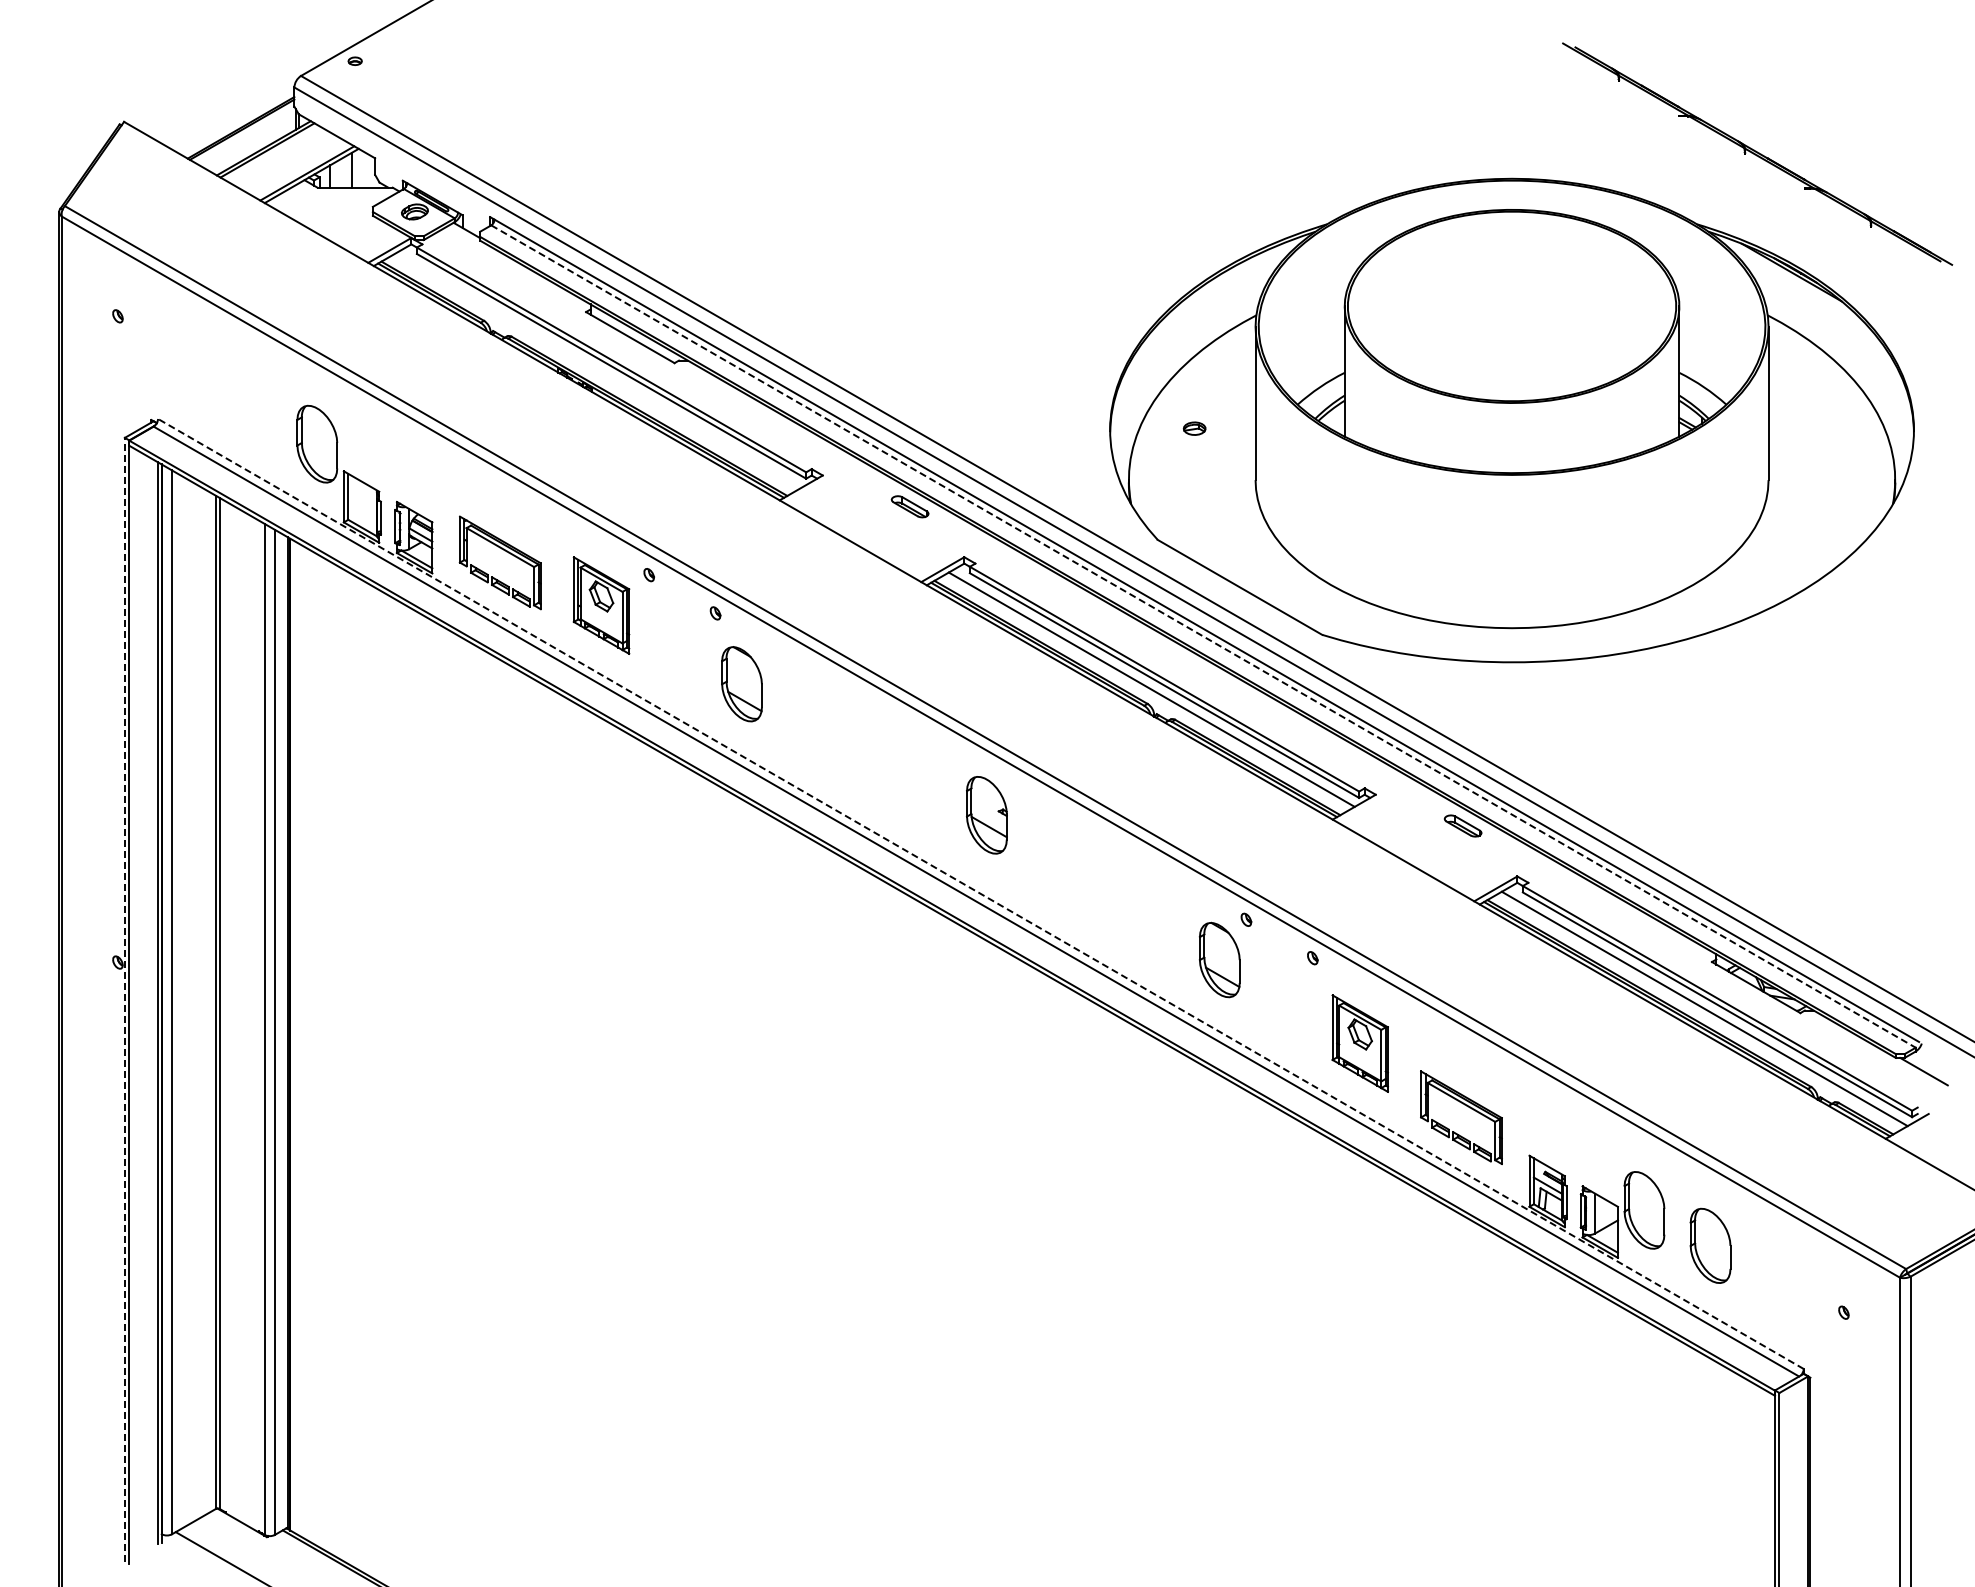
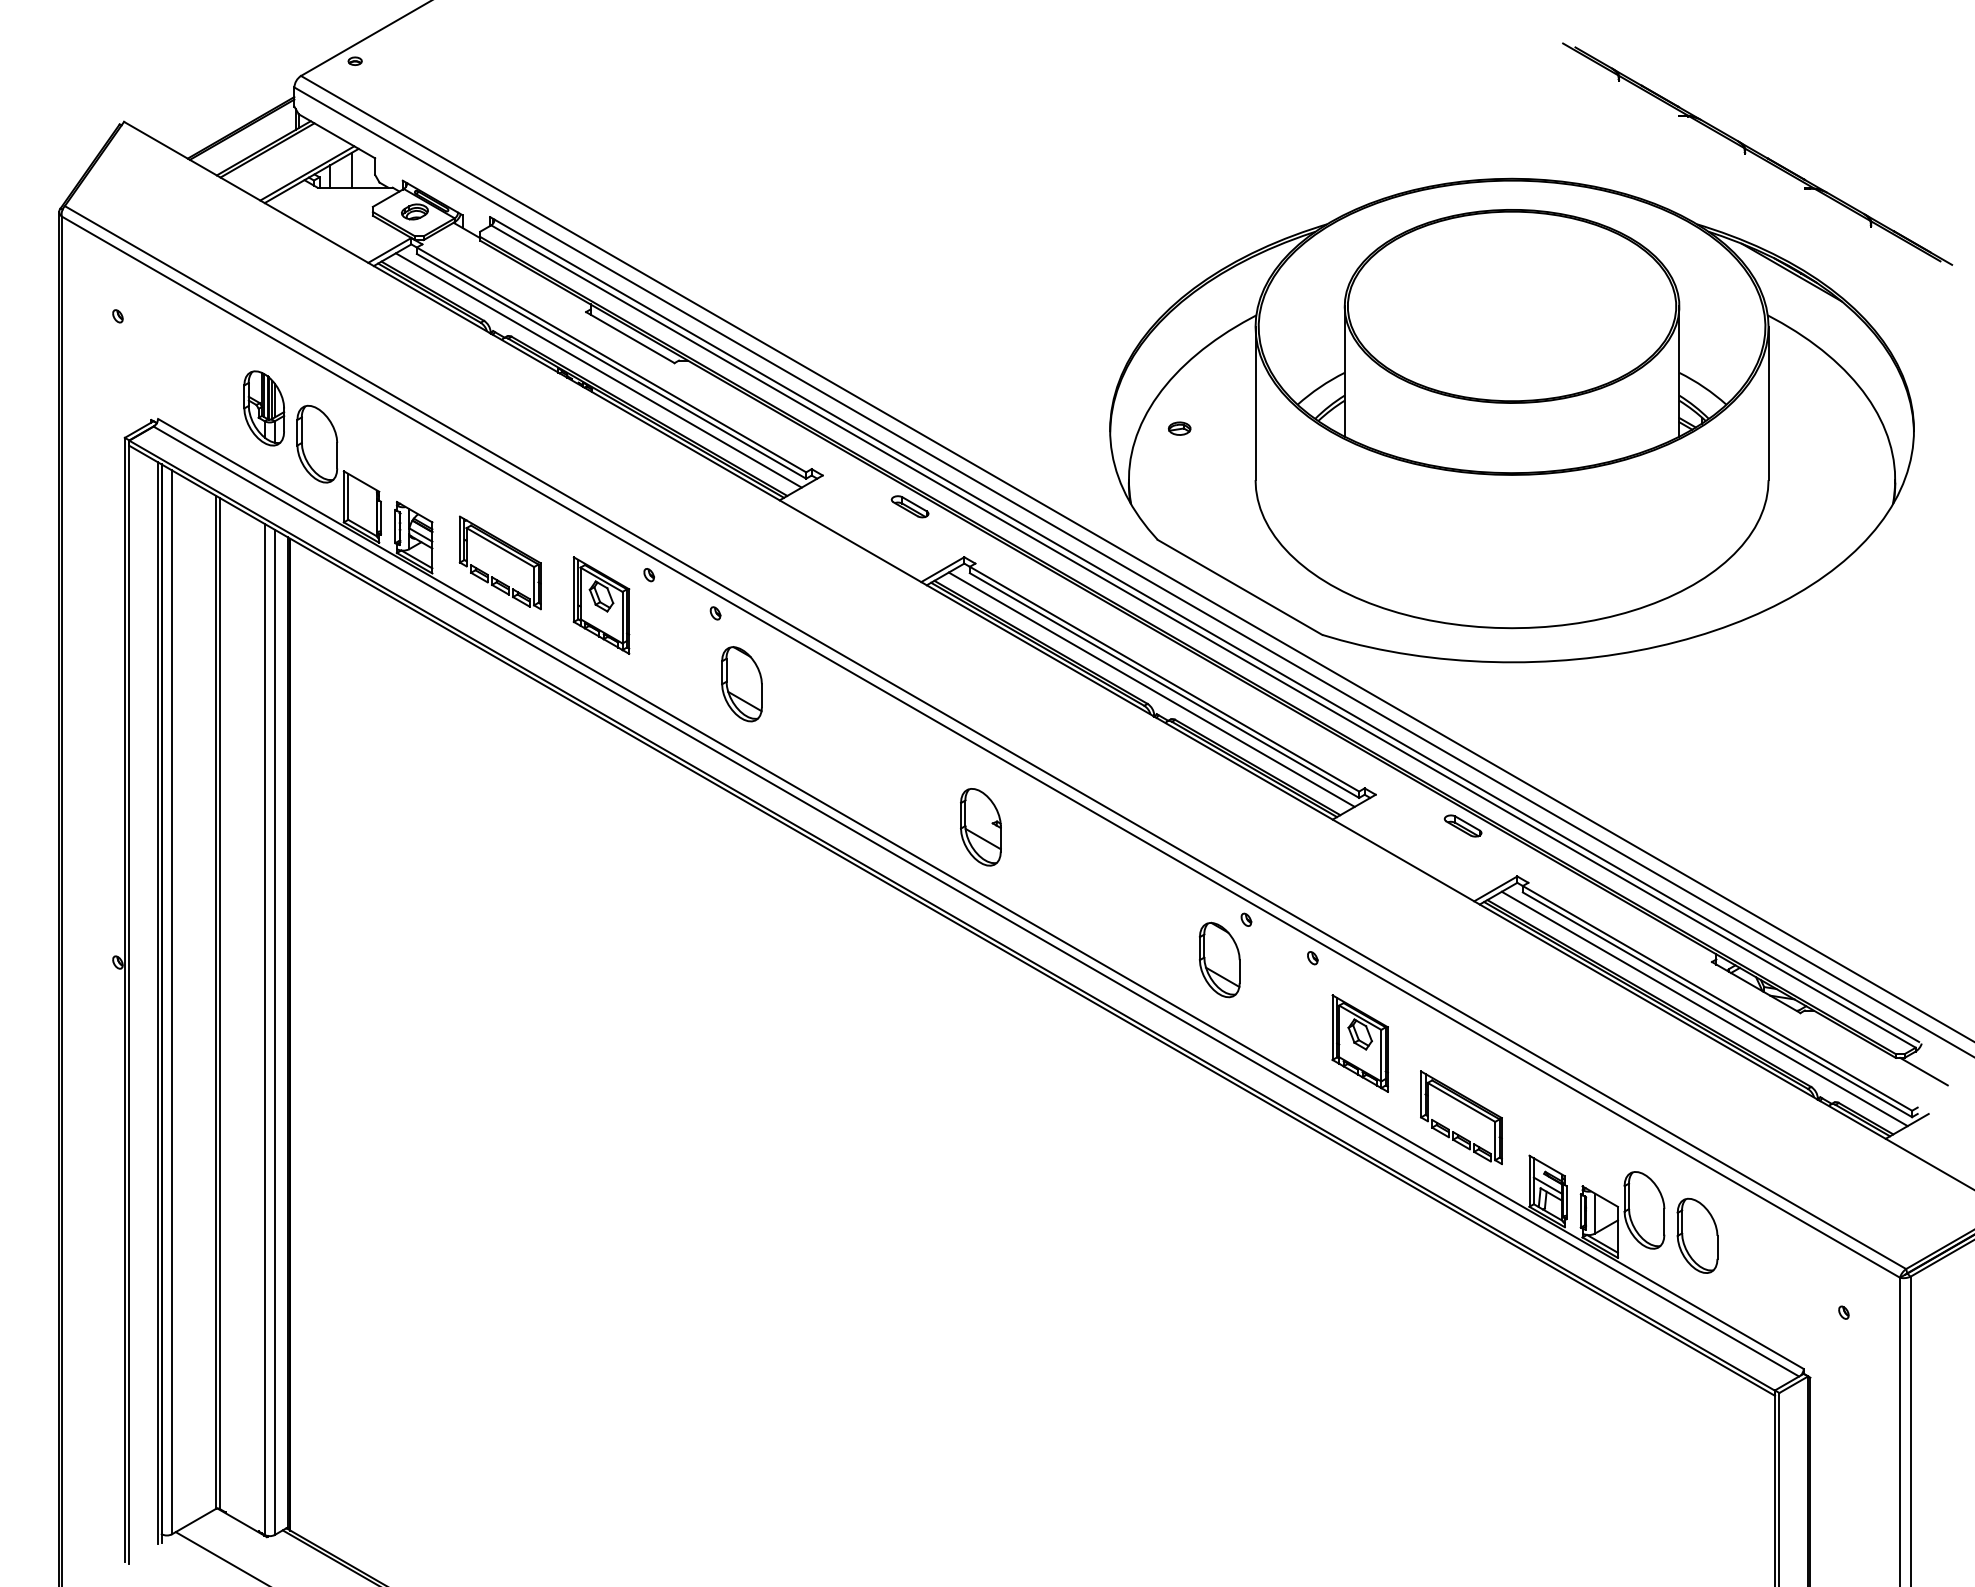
line at (598, 370): none -> present
part at (264, 408): none -> present
part at (1194, 428) position: (1194, 428) -> (1179, 428)
line at (1203, 636): dashed -> solid
part at (986, 815) position: (986, 815) -> (980, 827)
line at (980, 893): dashed -> solid
line at (124, 999): dashed -> solid
part at (1710, 1245) position: (1710, 1245) -> (1697, 1235)
